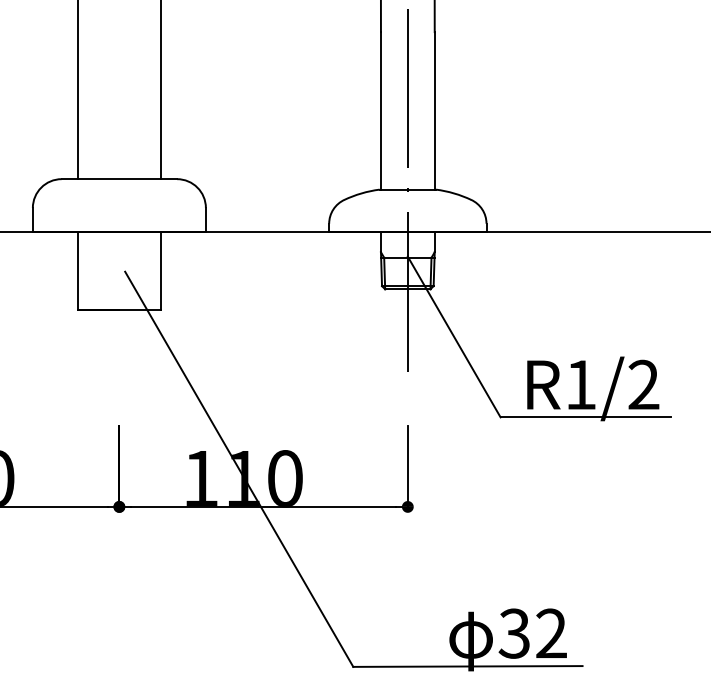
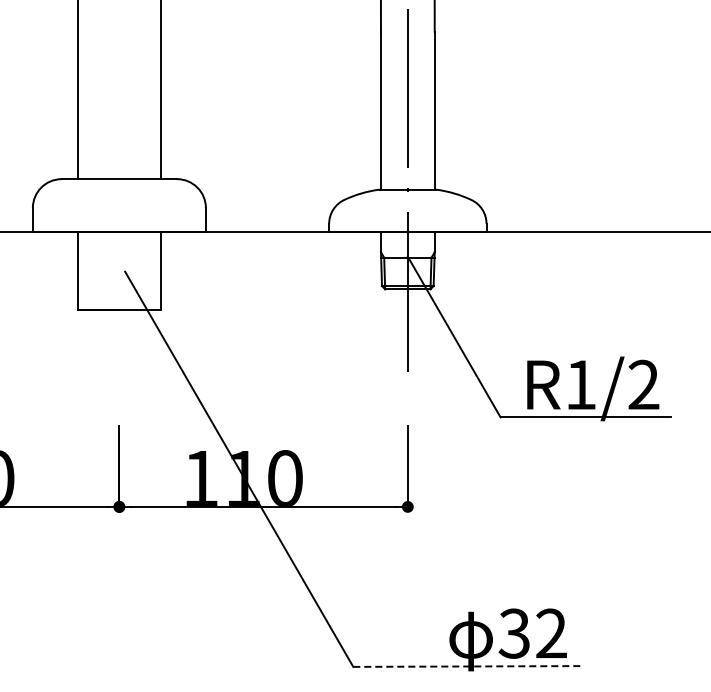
line at (467, 666): solid -> dashed
